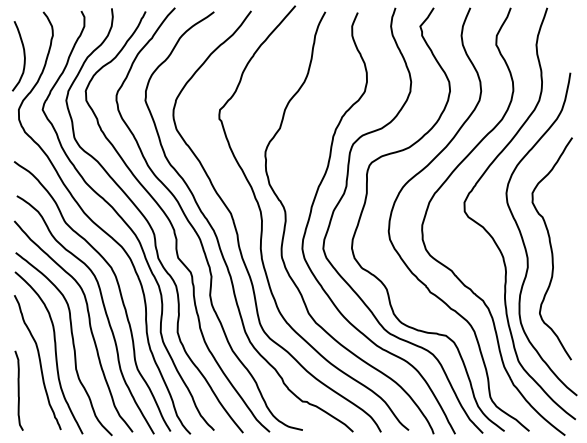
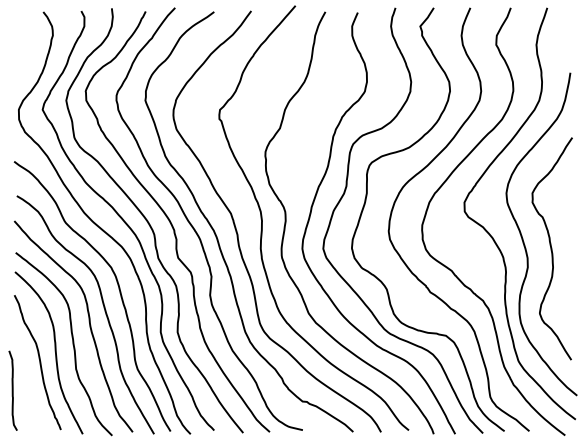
curve at (23, 56): present -> none
curve at (18, 390) position: (18, 390) -> (12, 390)
